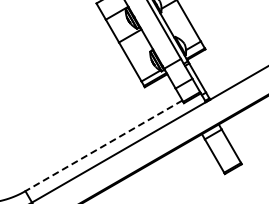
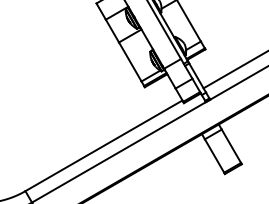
line at (234, 70): none -> present
line at (103, 145): dashed -> solid
